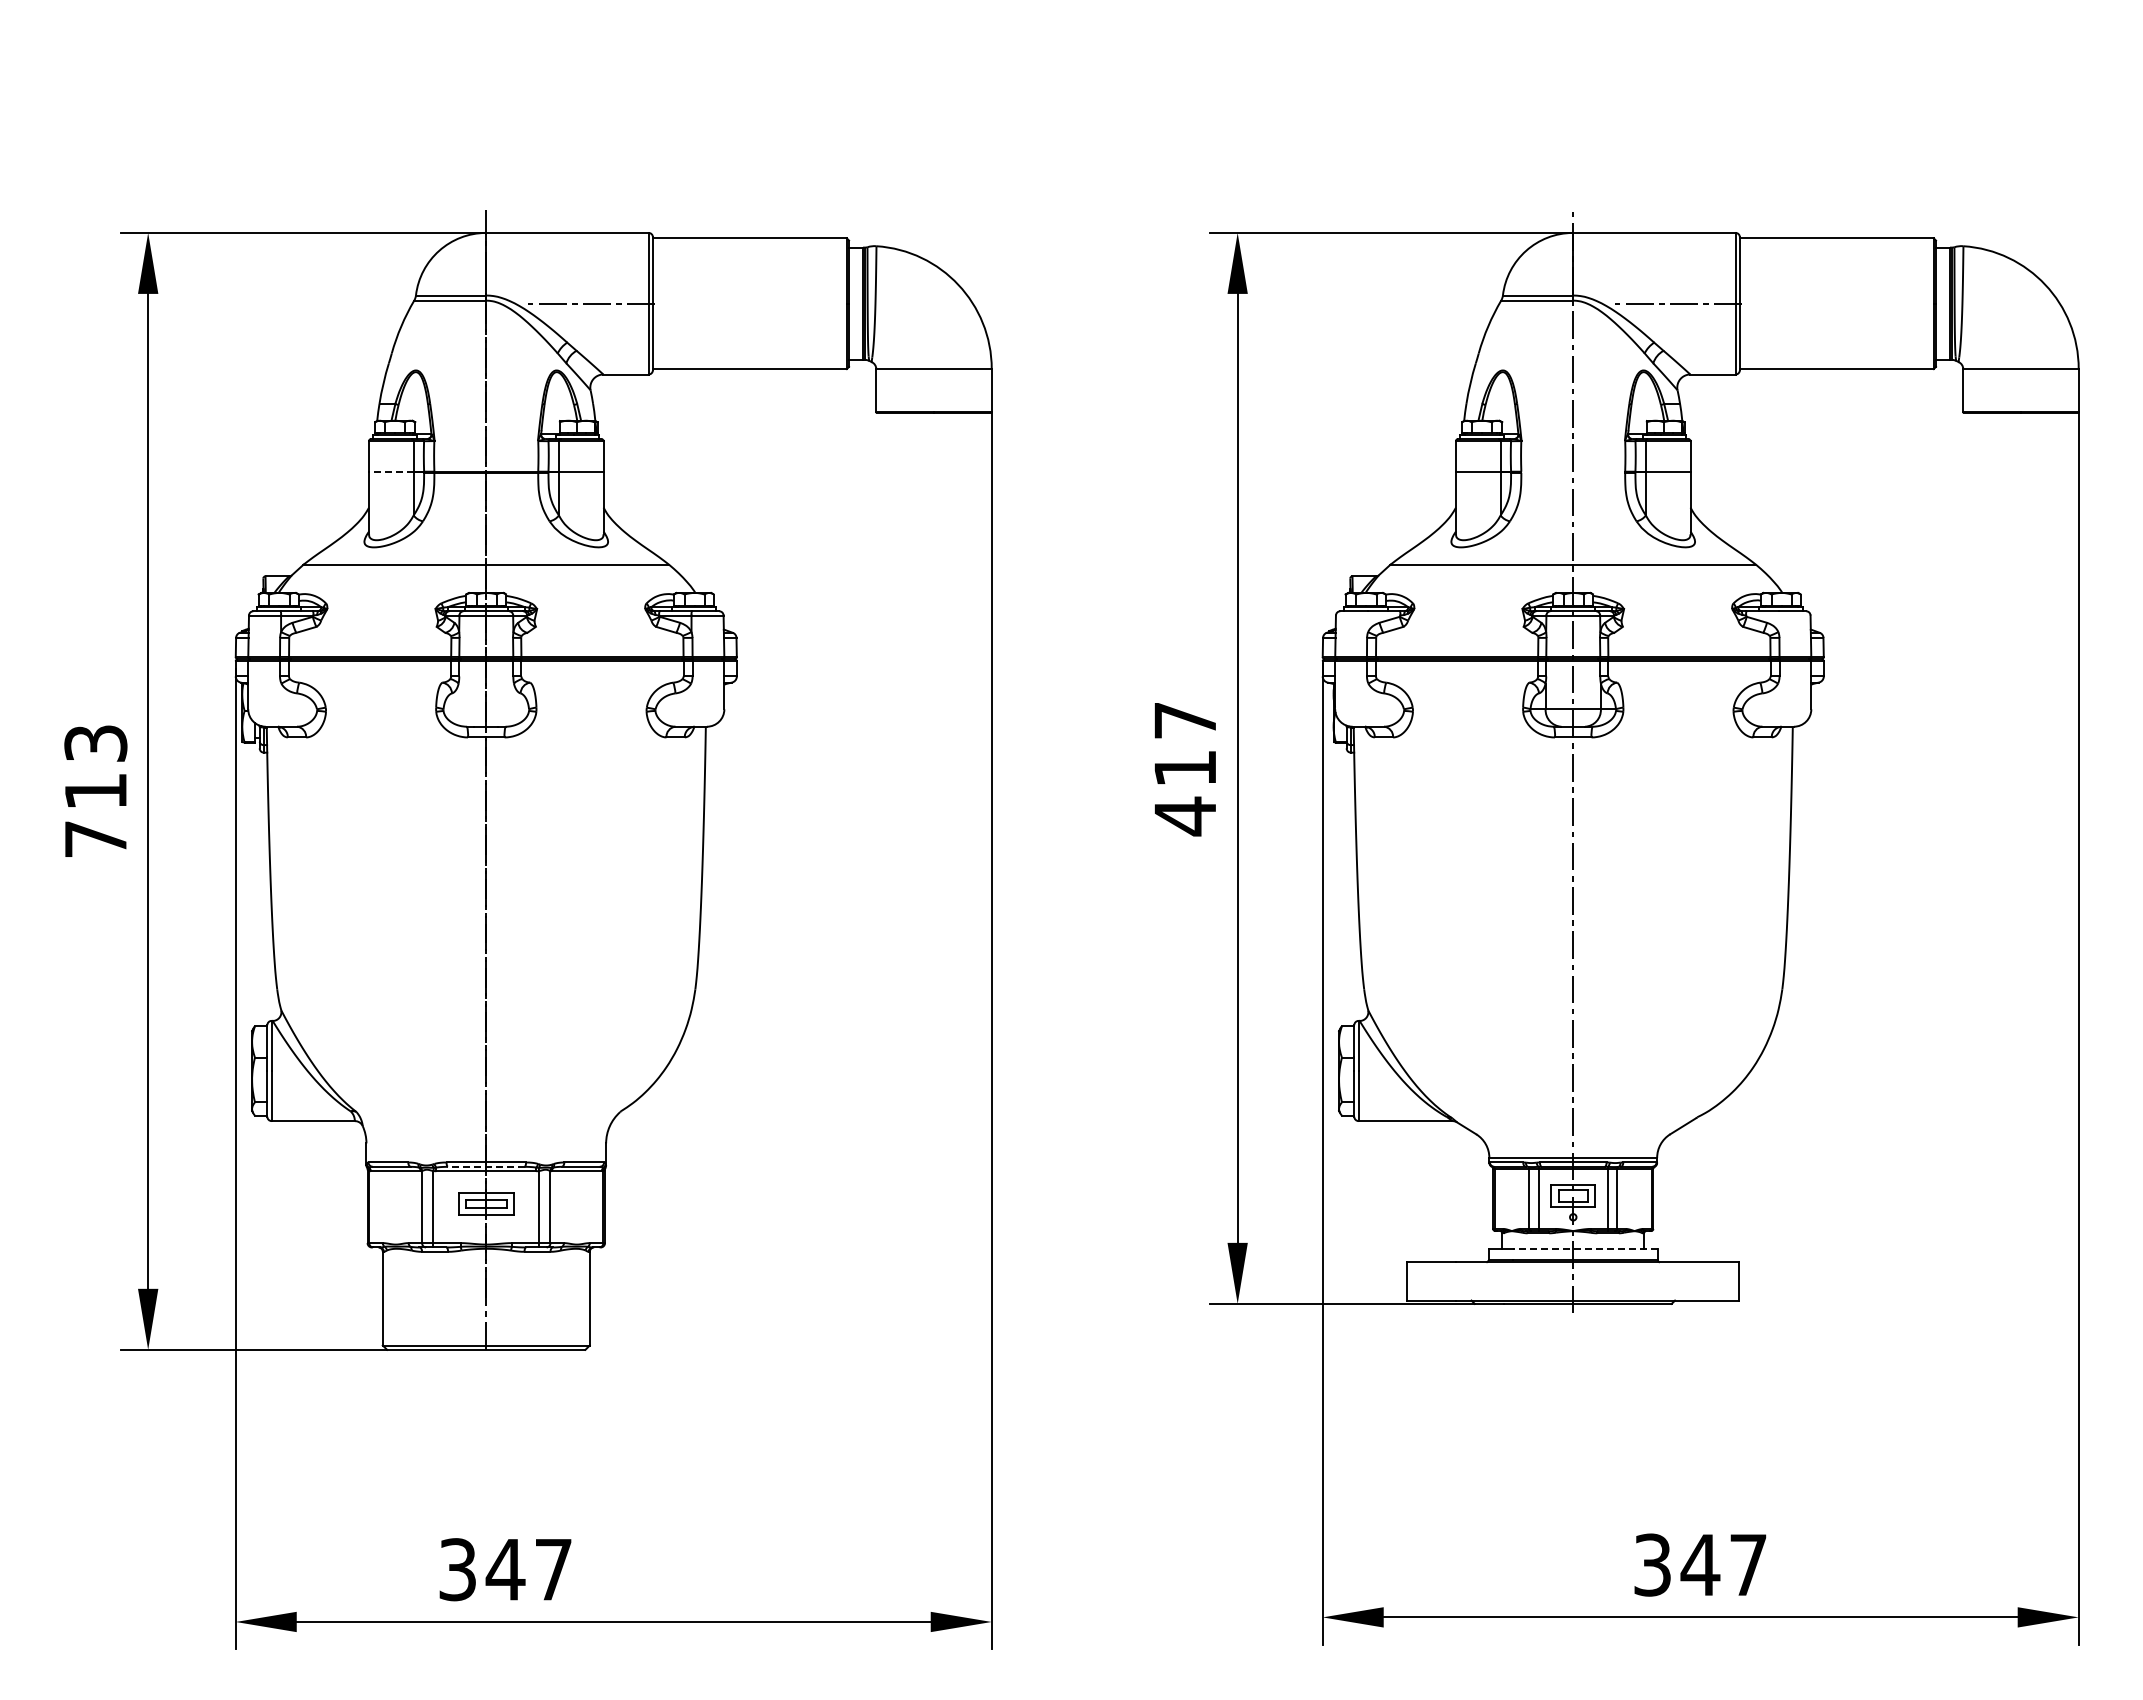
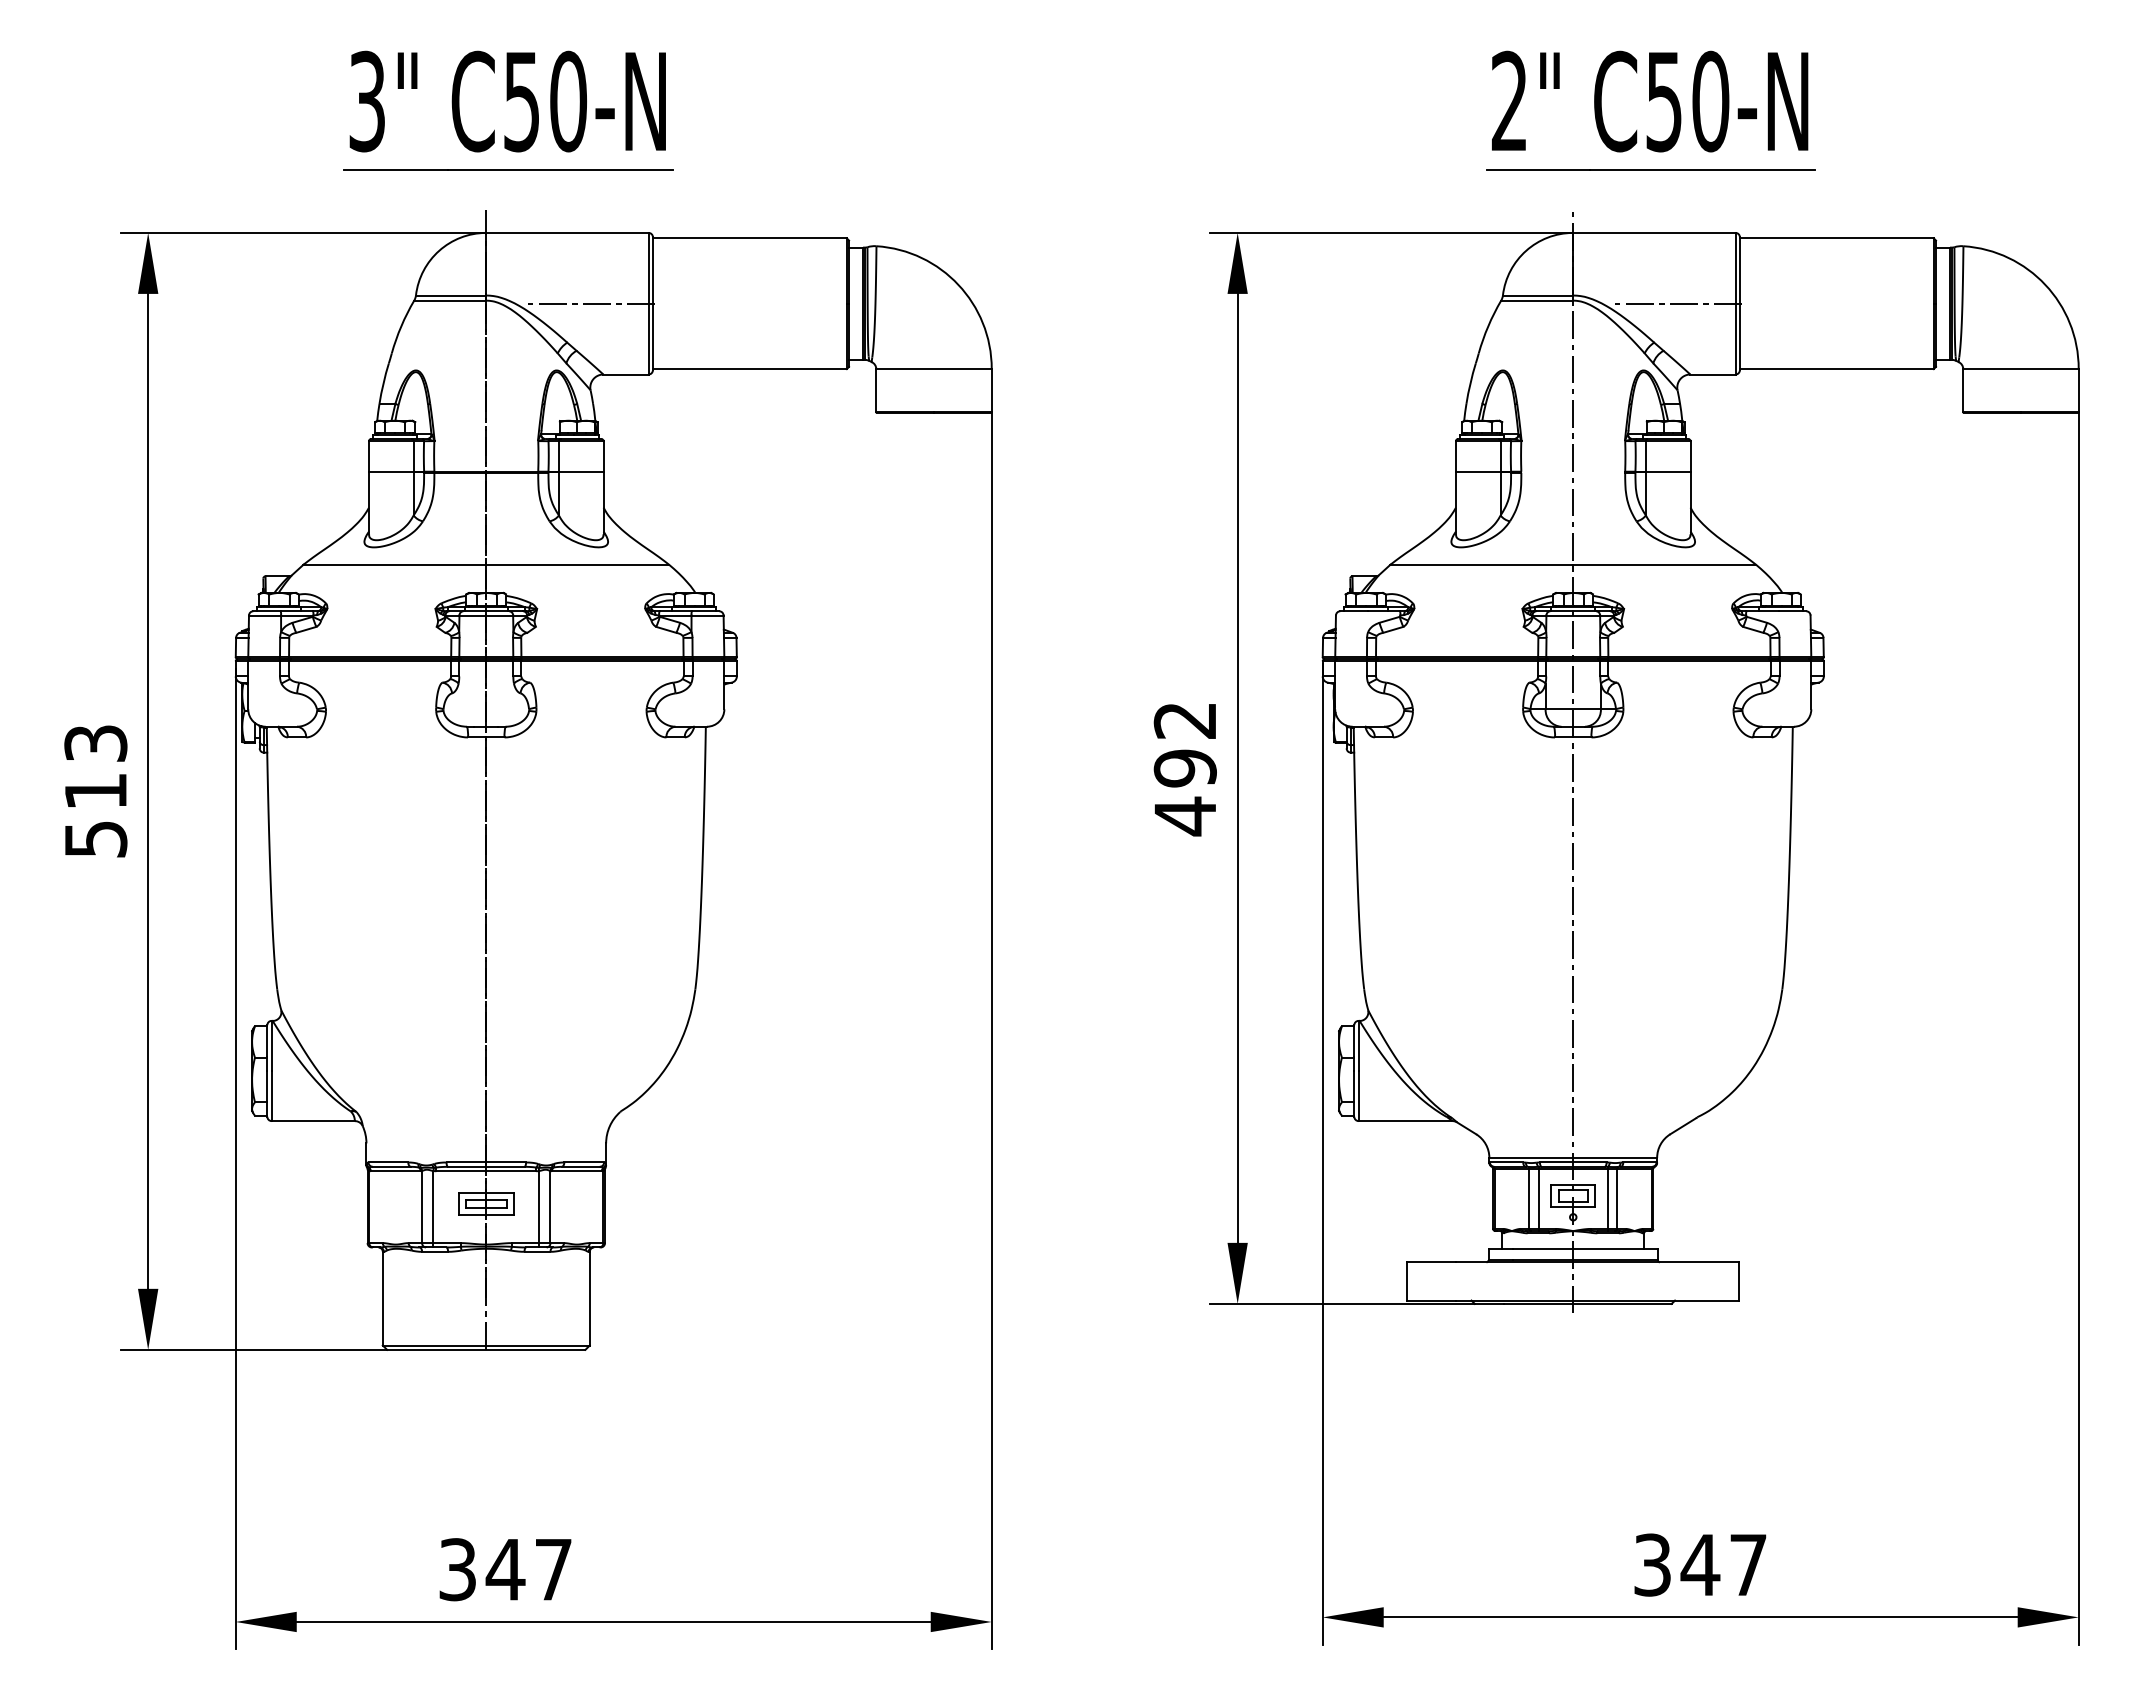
part at (507, 101): none -> present
part at (1649, 101): none -> present
line at (390, 471): dashed -> solid
text at (1184, 745): 417 -> 492
text at (96, 839): 713 -> 513
line at (485, 1166): dashed -> solid
line at (1585, 1248): dashed -> solid
